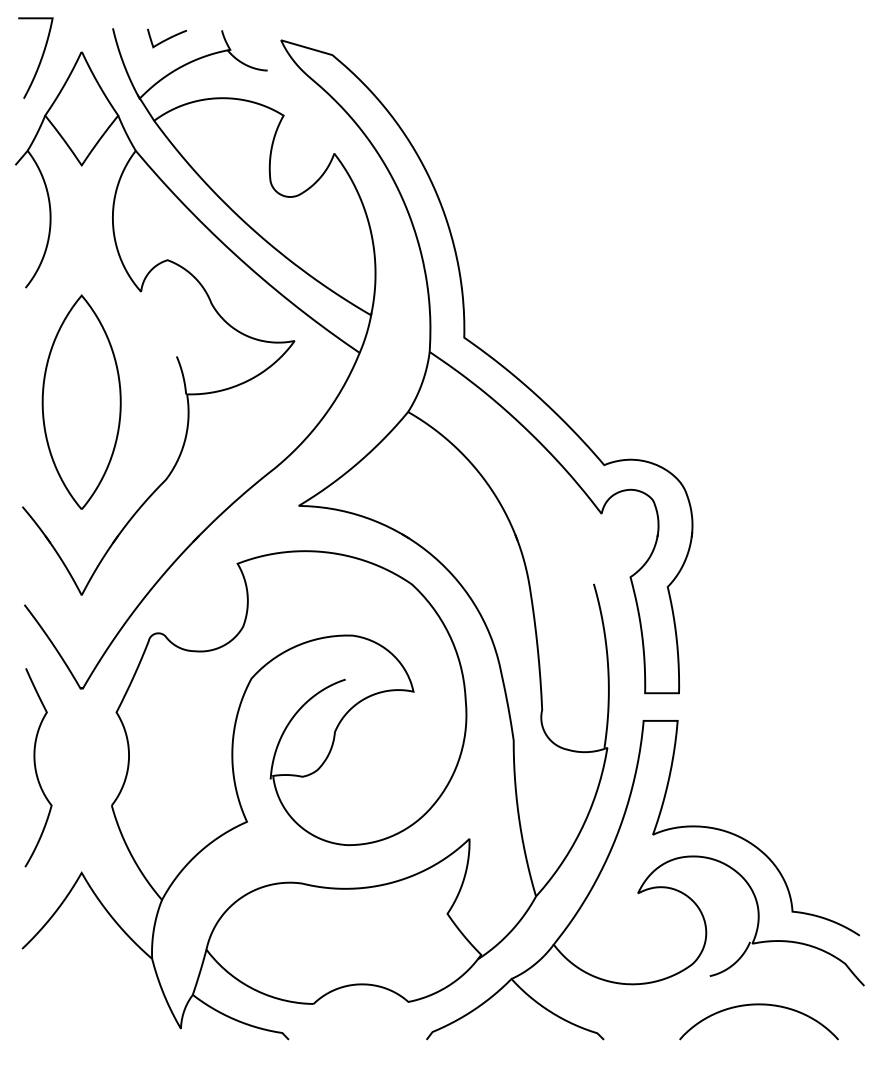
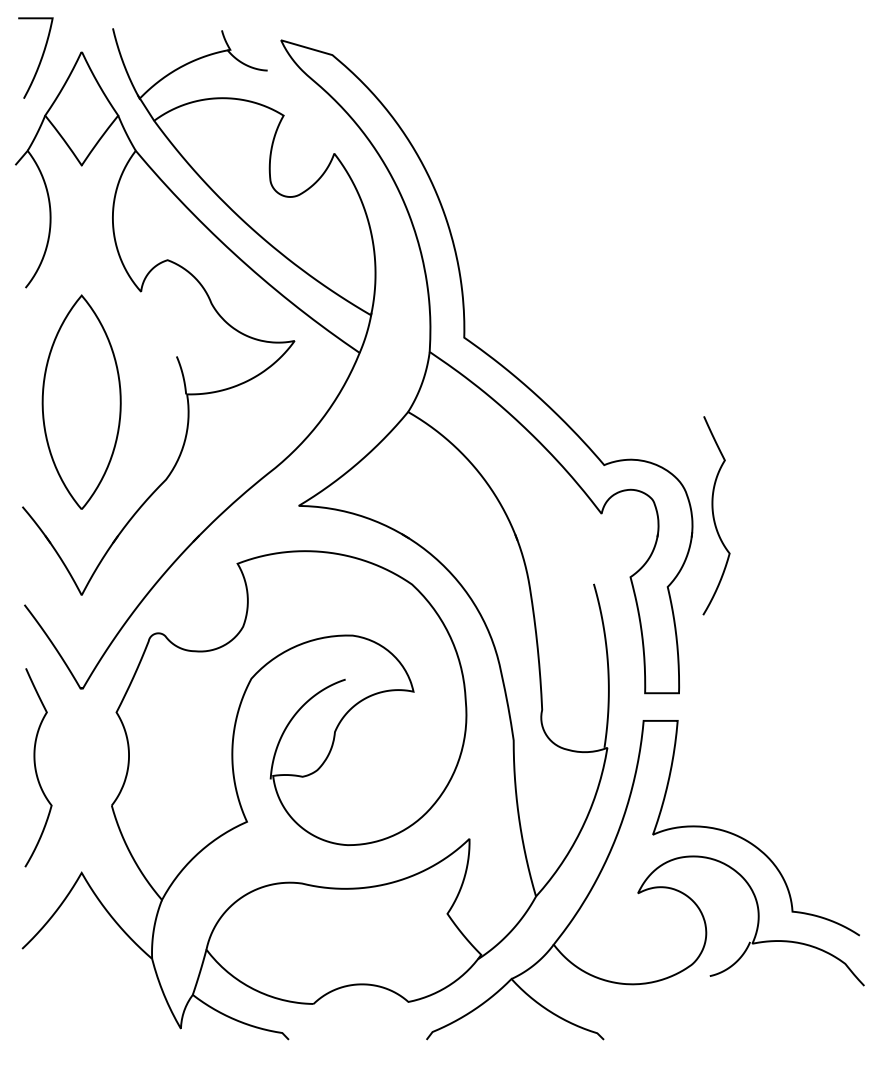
curve at (166, 38): present -> none
curve at (714, 515): none -> present
curve at (758, 1005): present -> none
